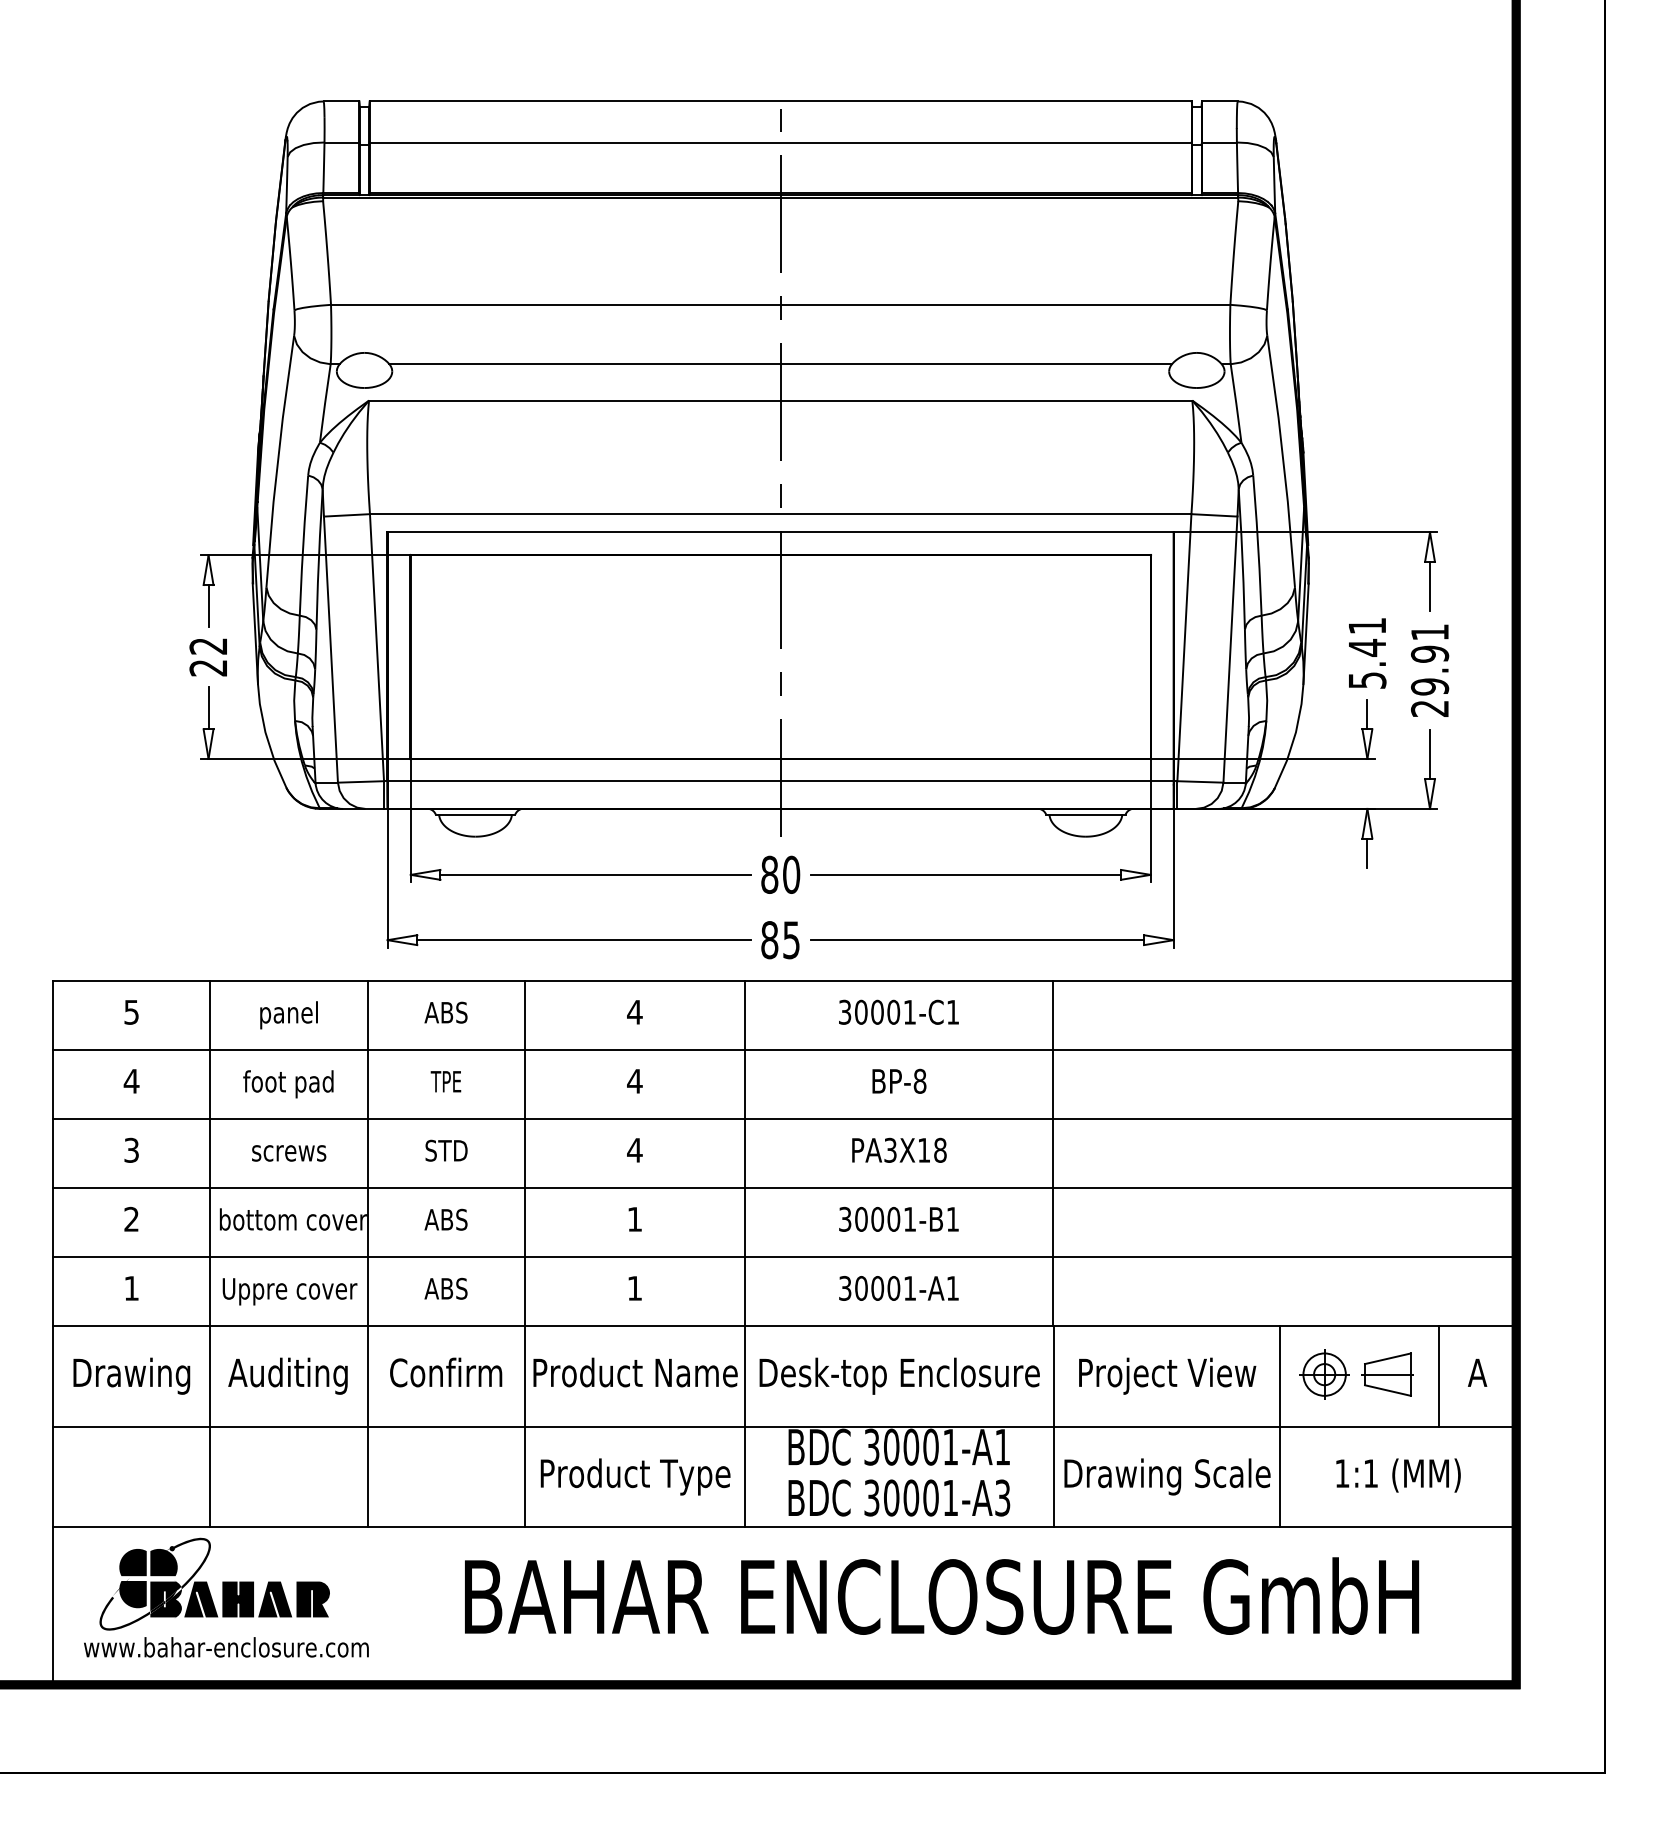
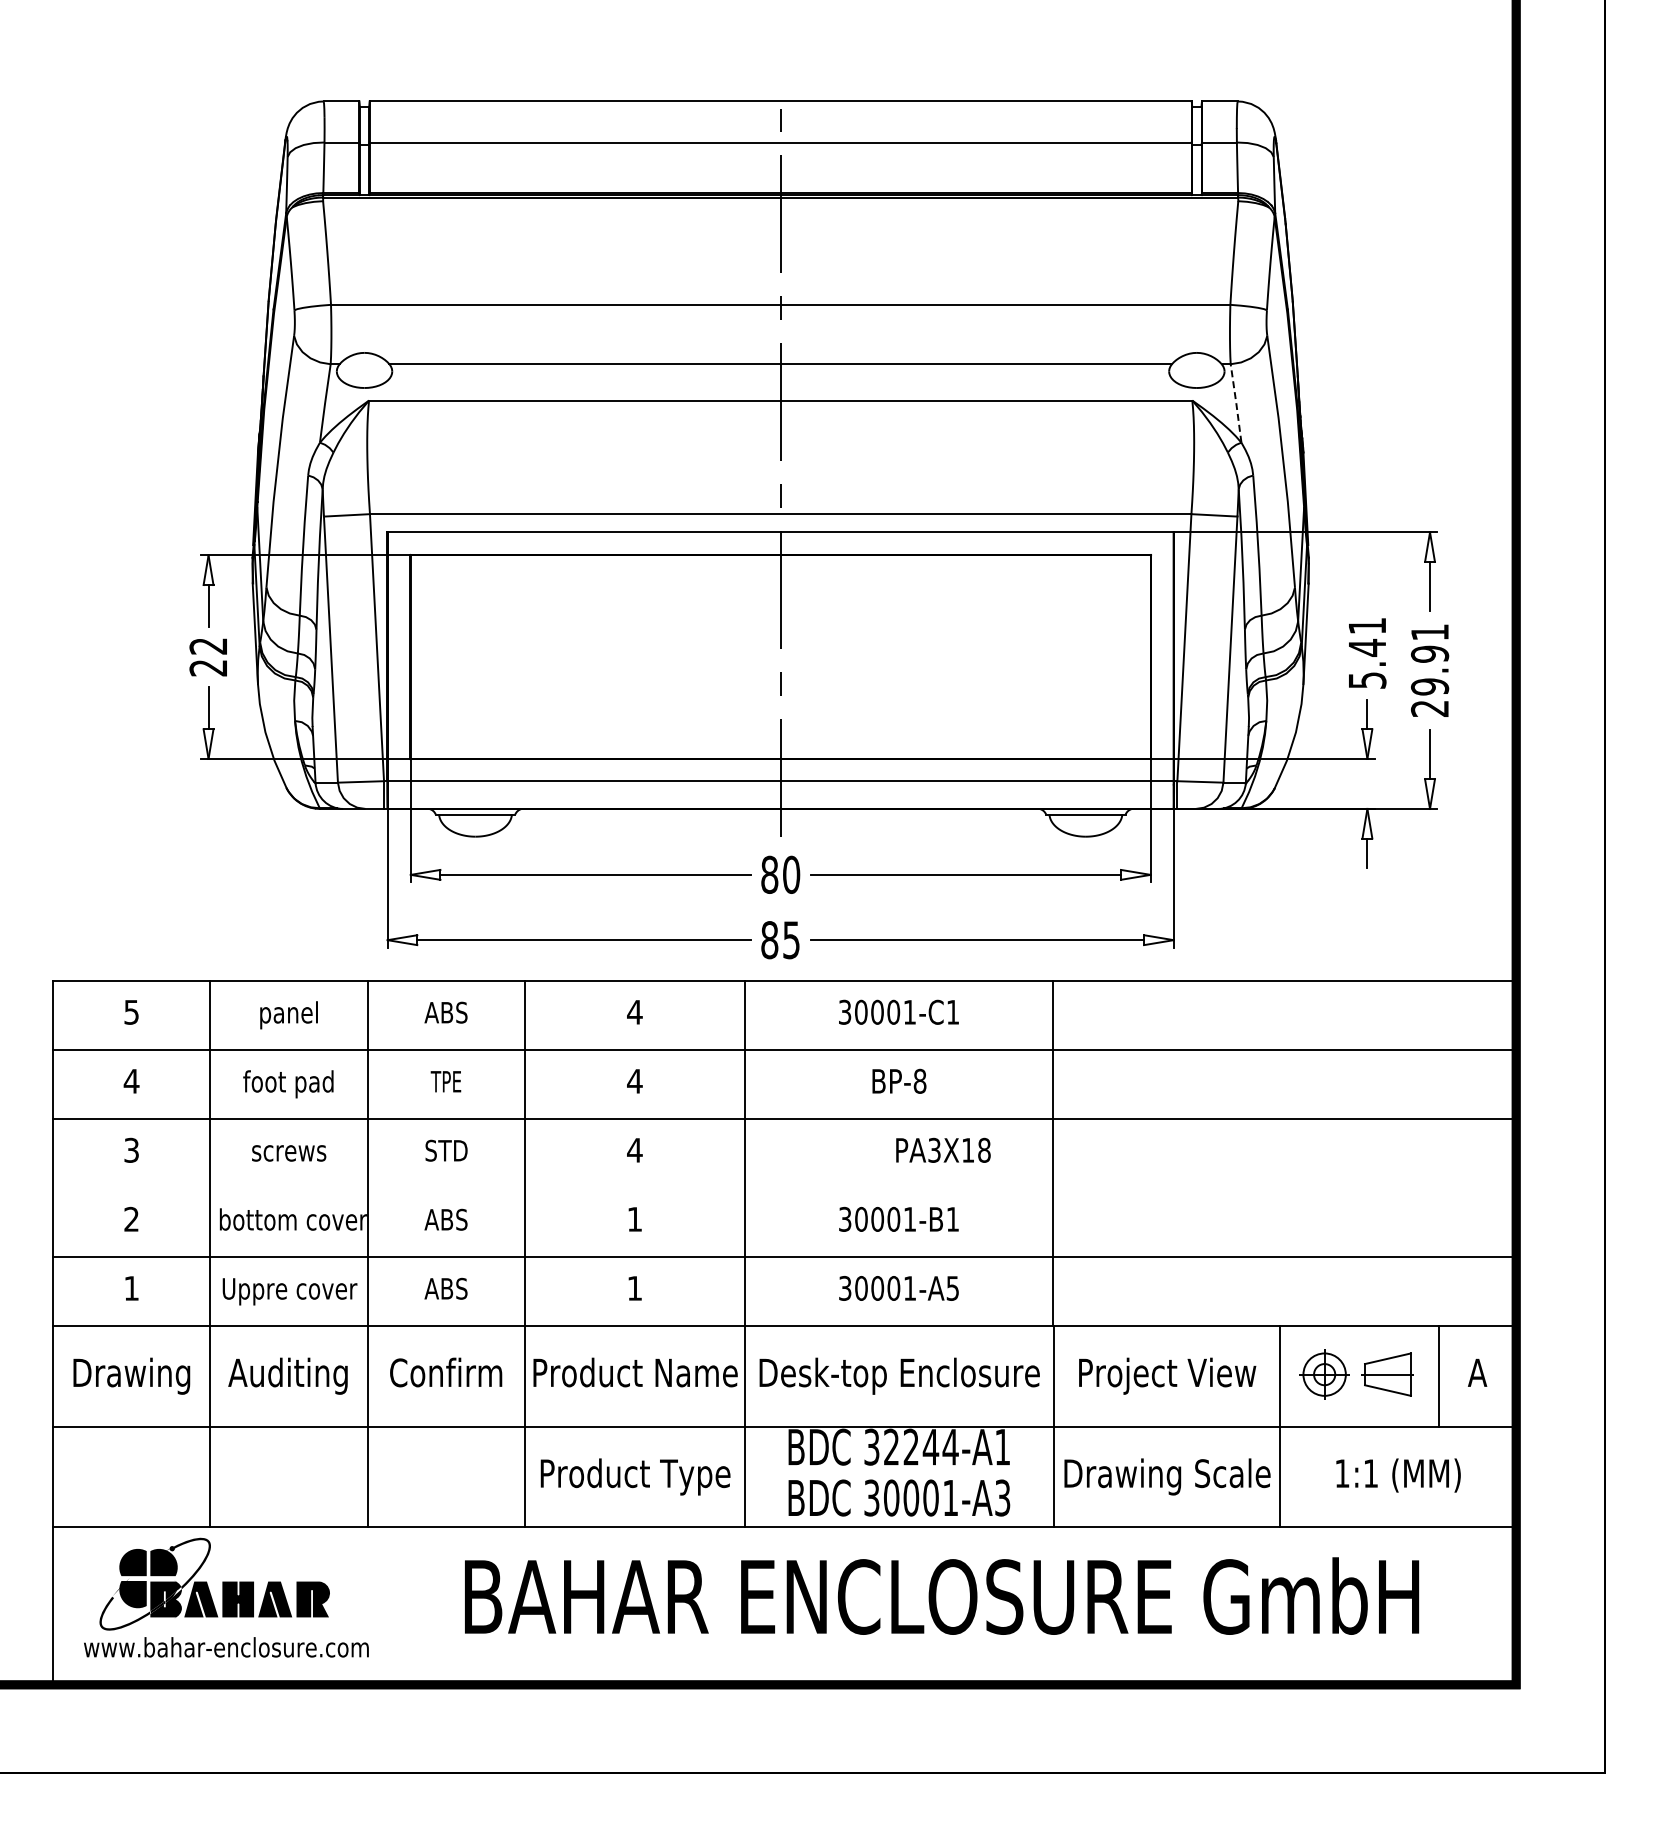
line at (1236, 403): solid -> dashed
text at (899, 1149) position: (899, 1149) -> (943, 1149)
line at (784, 1187): present -> none
text at (952, 1288): 30001-A1 -> 30001-A5
text at (921, 1446): 30001-A1 -> 32244-A1
